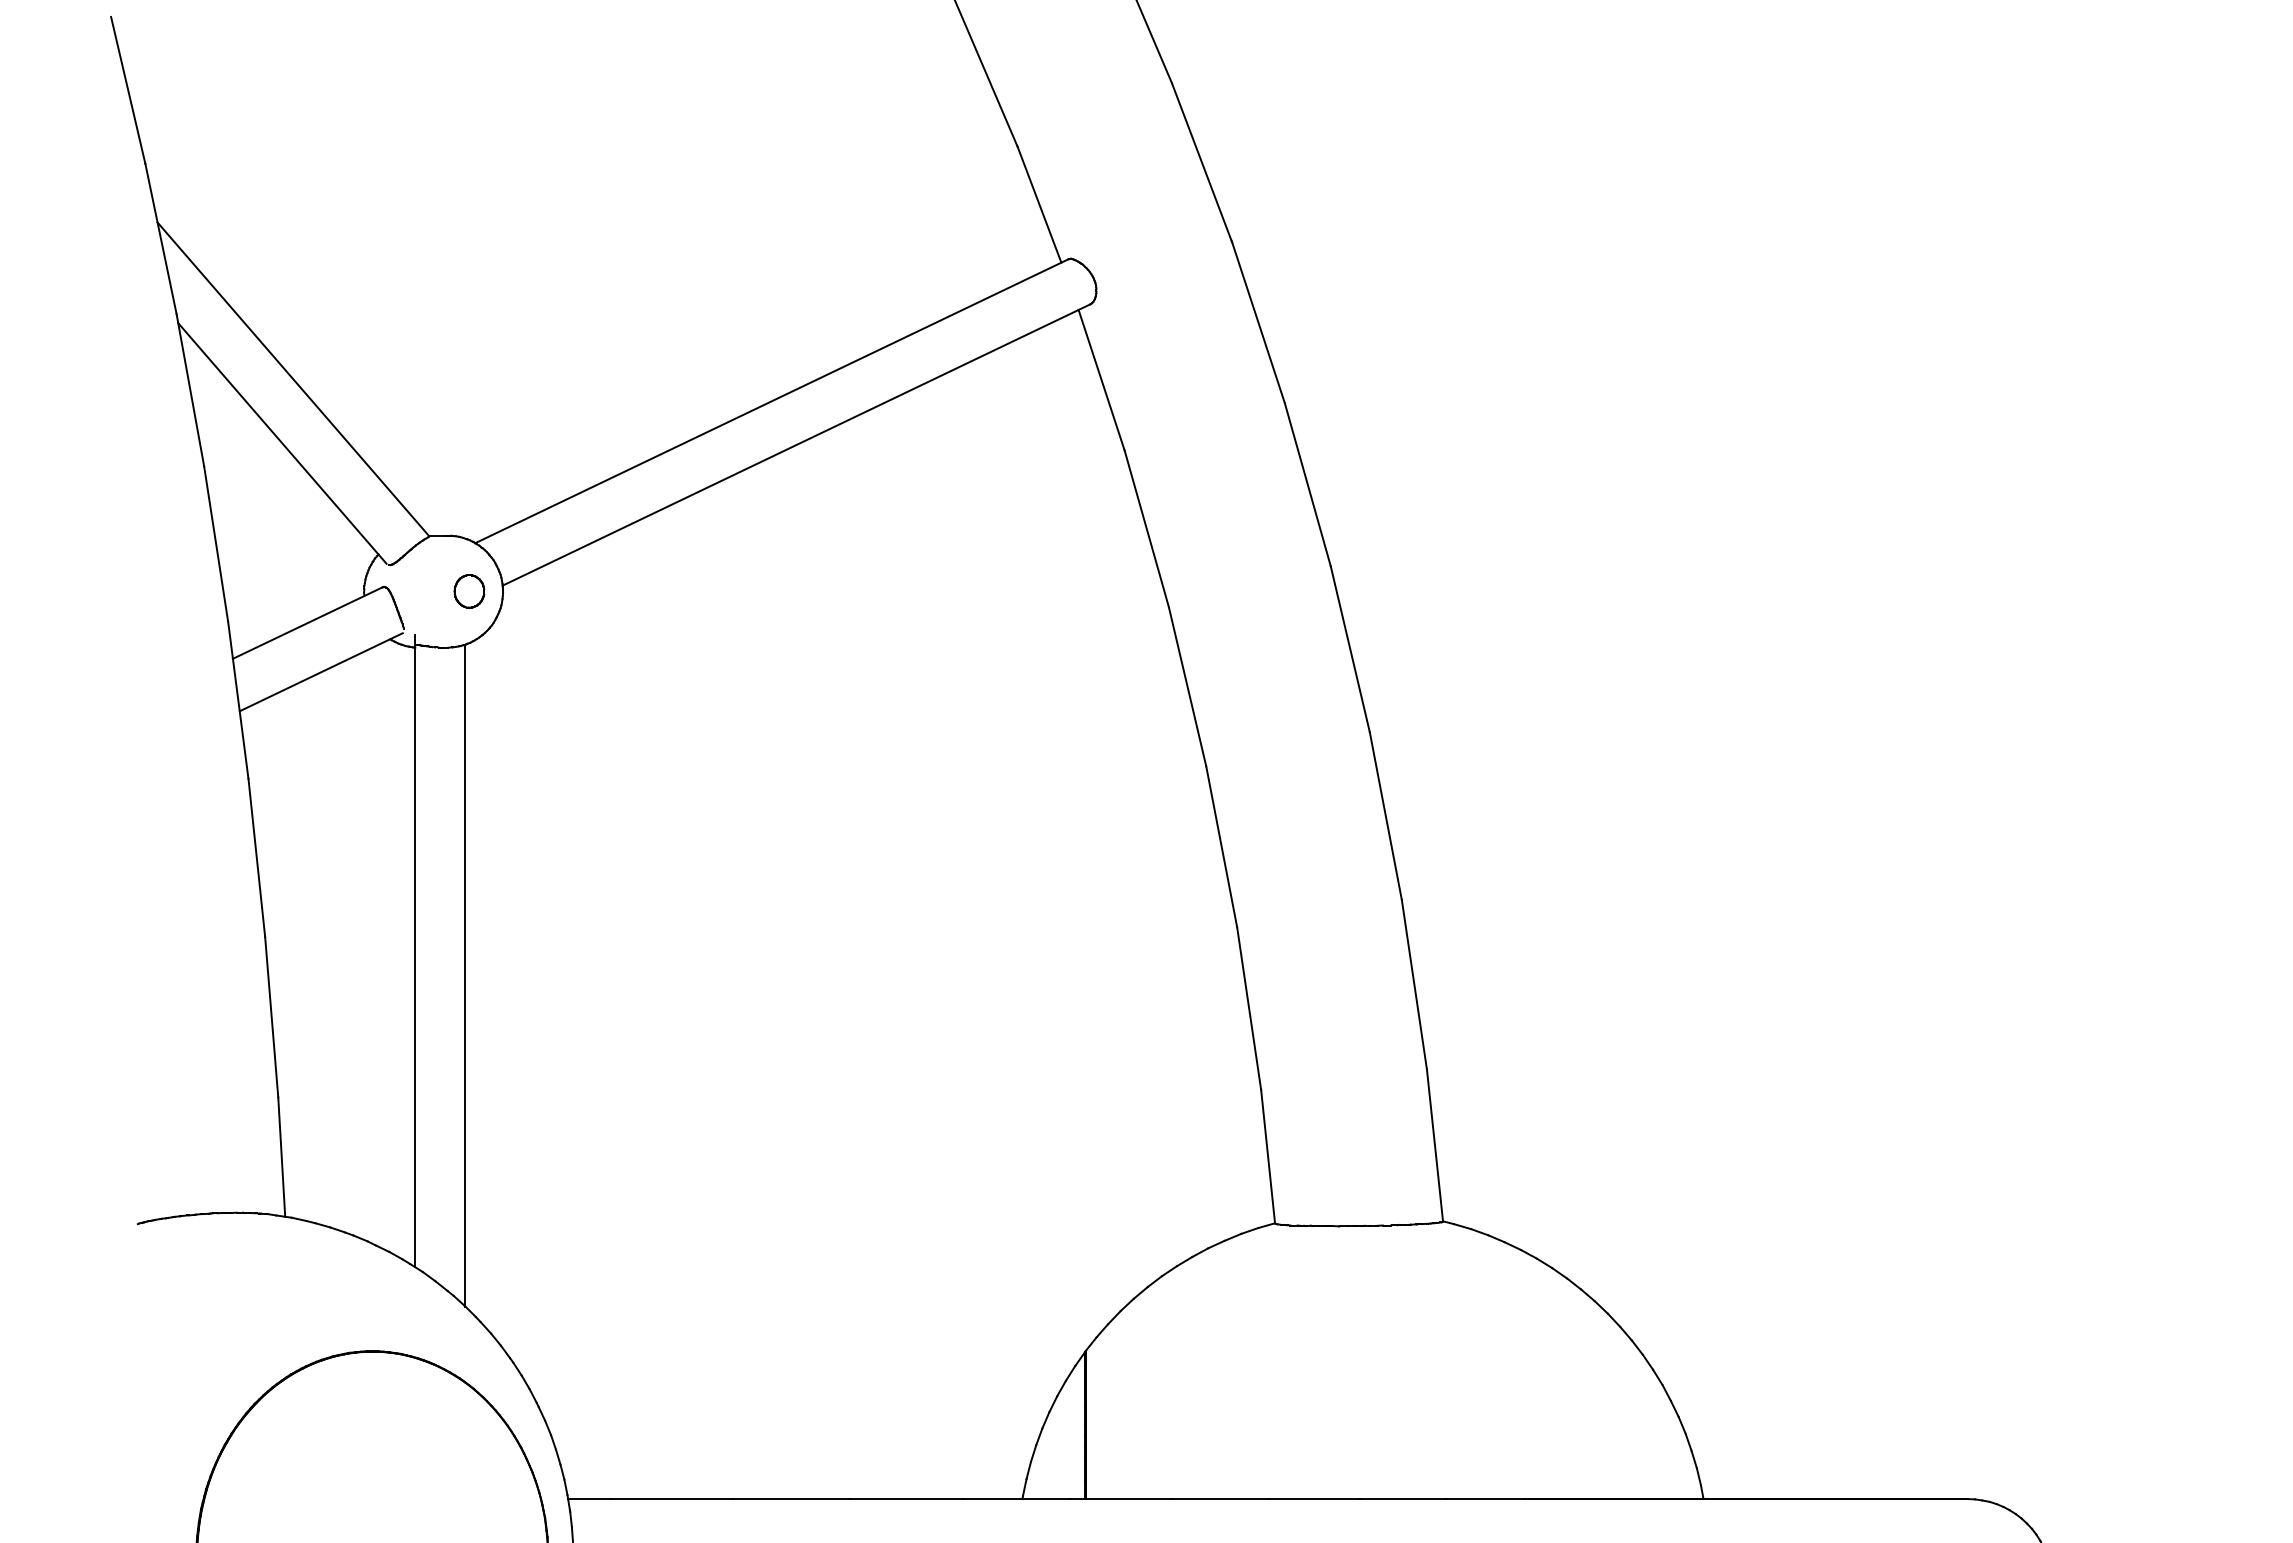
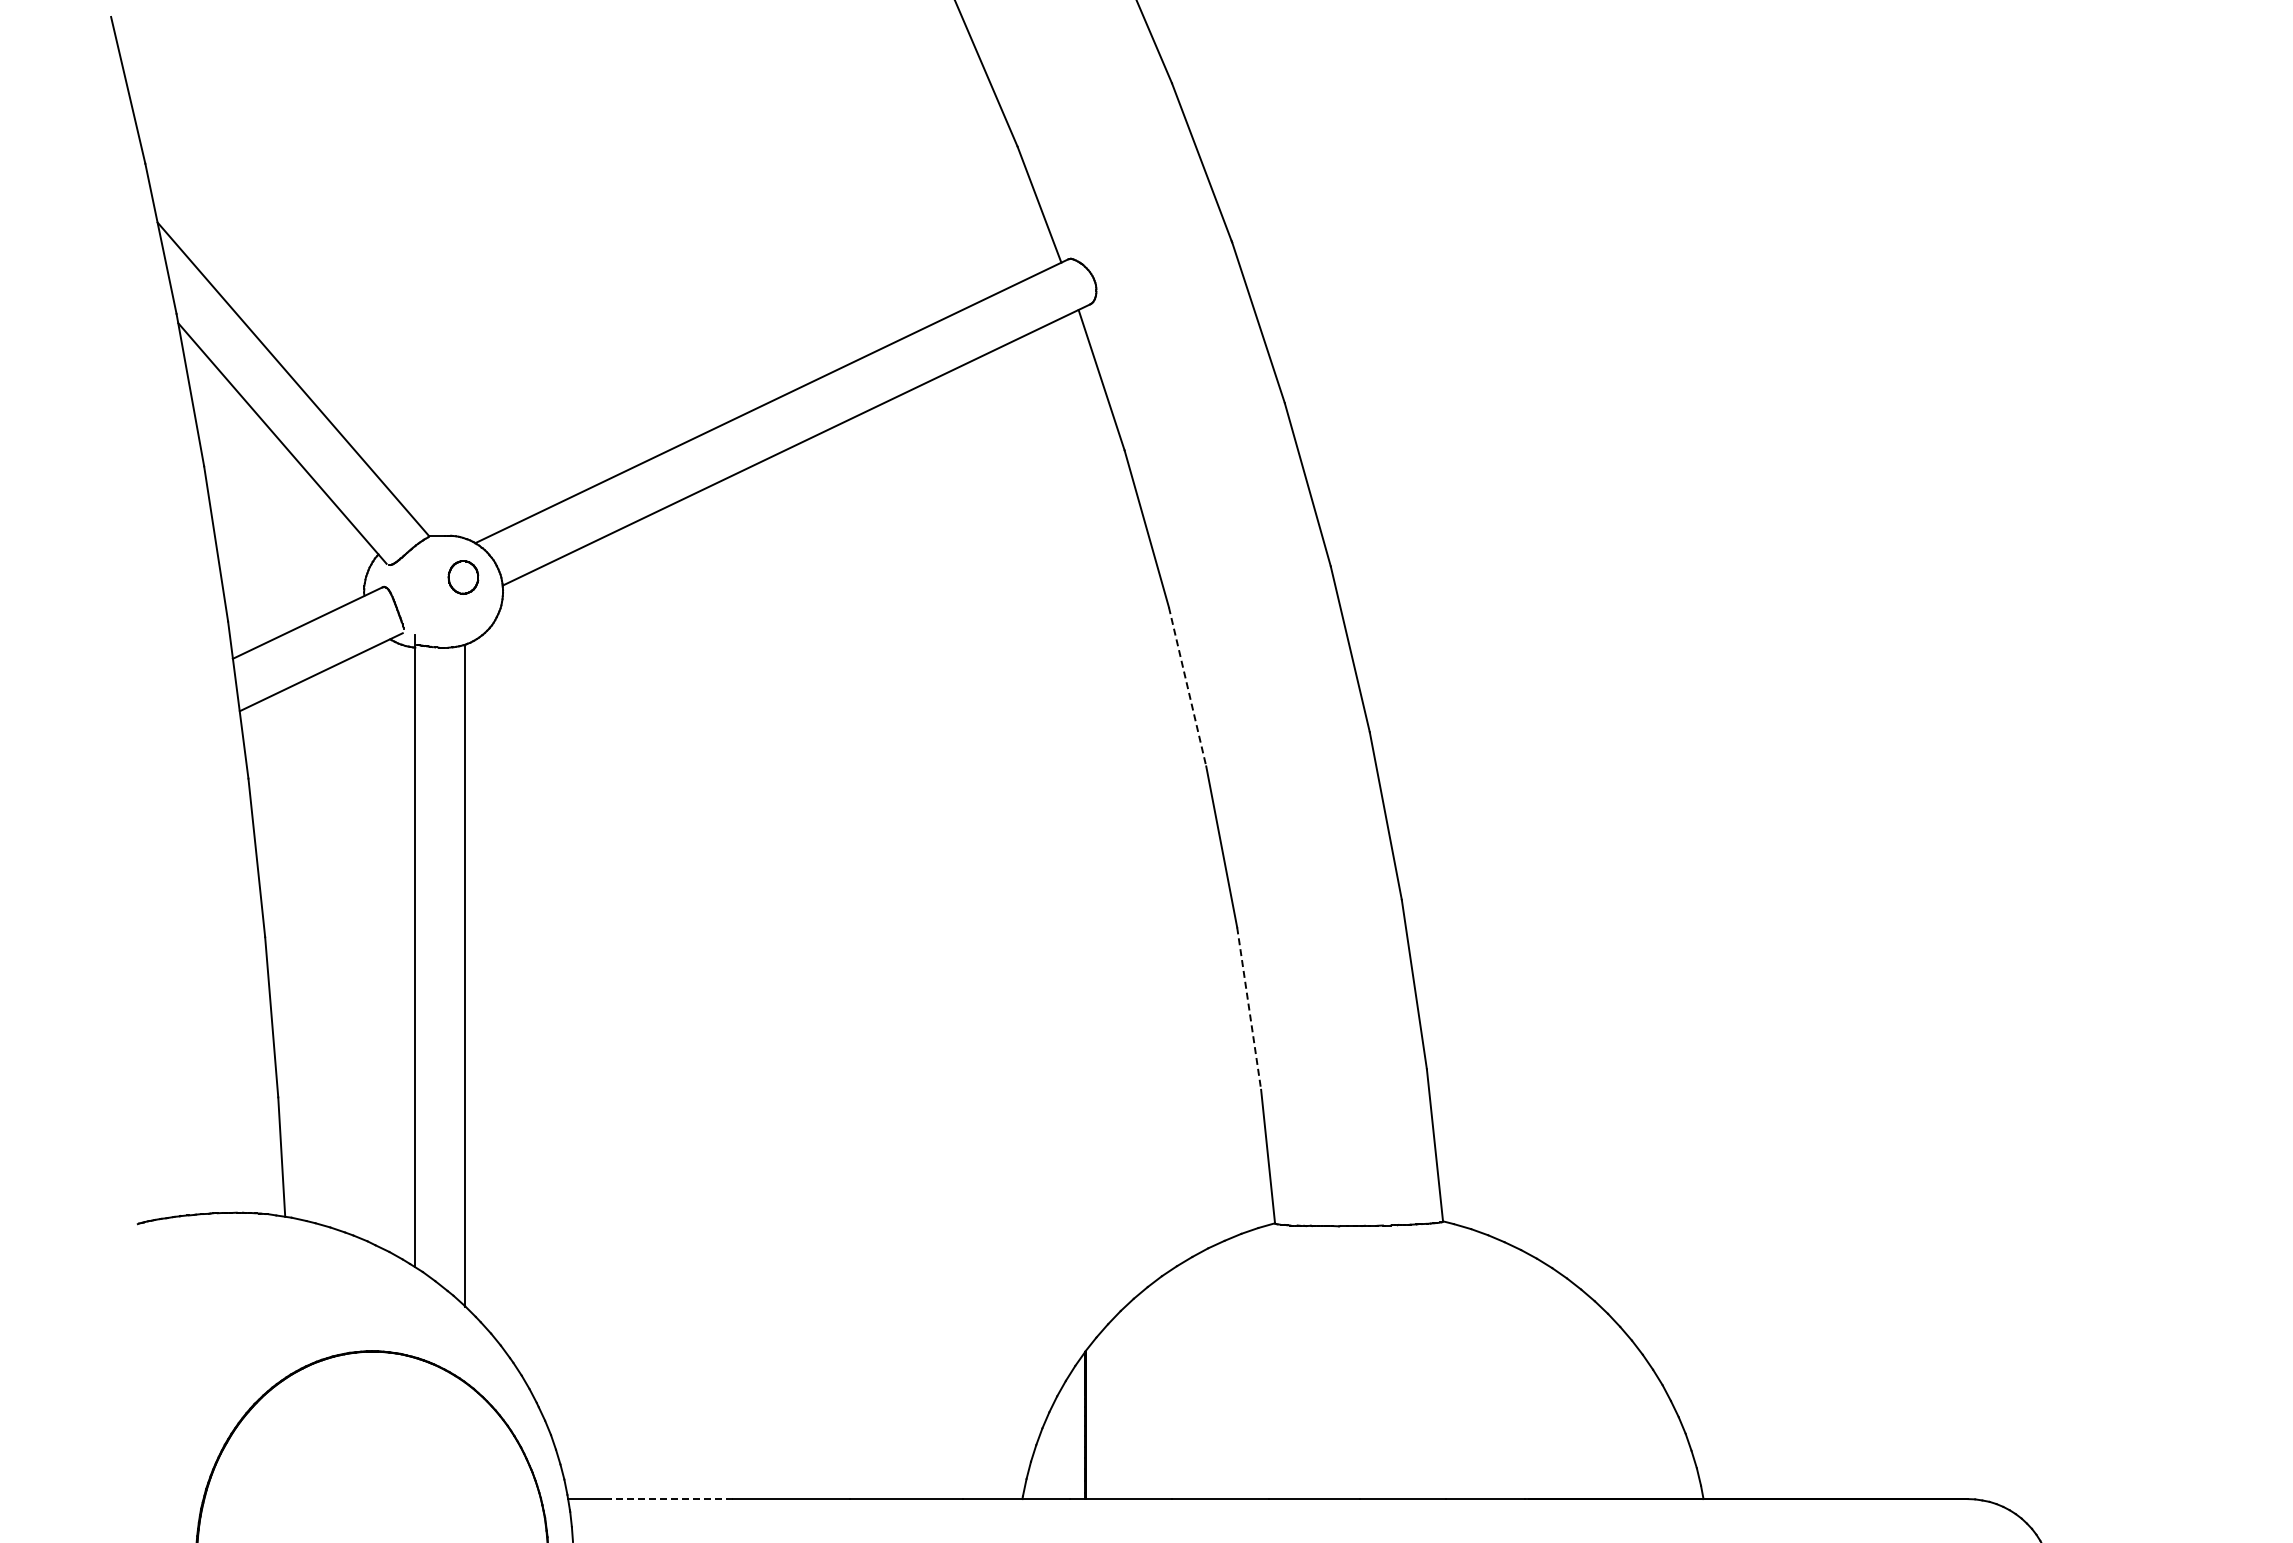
part at (469, 591) position: (469, 591) -> (463, 577)
line at (1187, 686): solid -> dashed
line at (1249, 1009): solid -> dashed
line at (672, 1499): solid -> dashed
